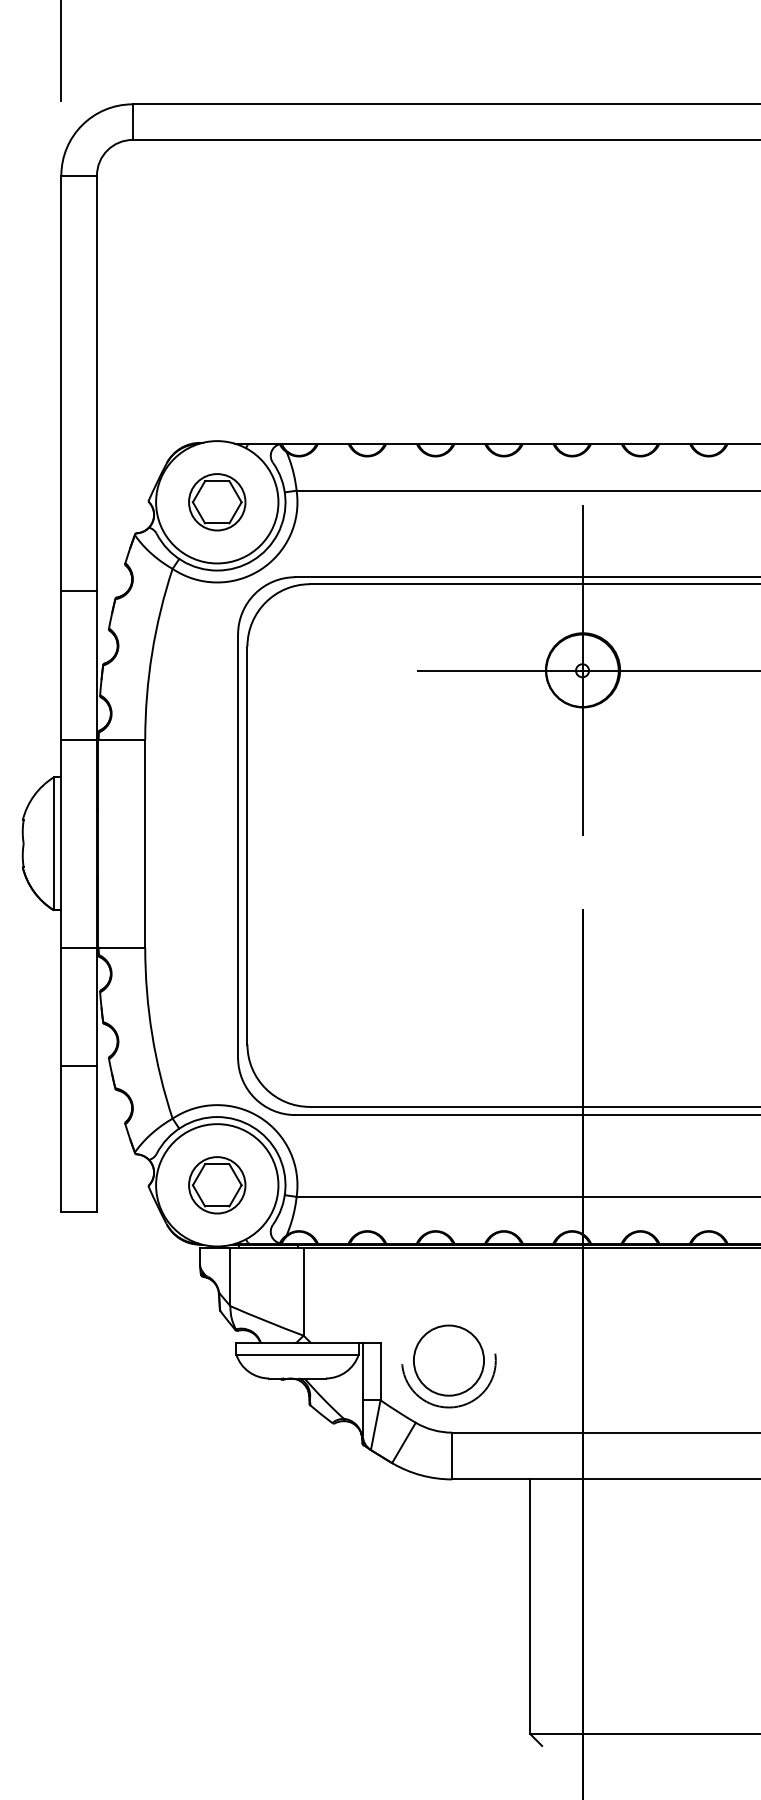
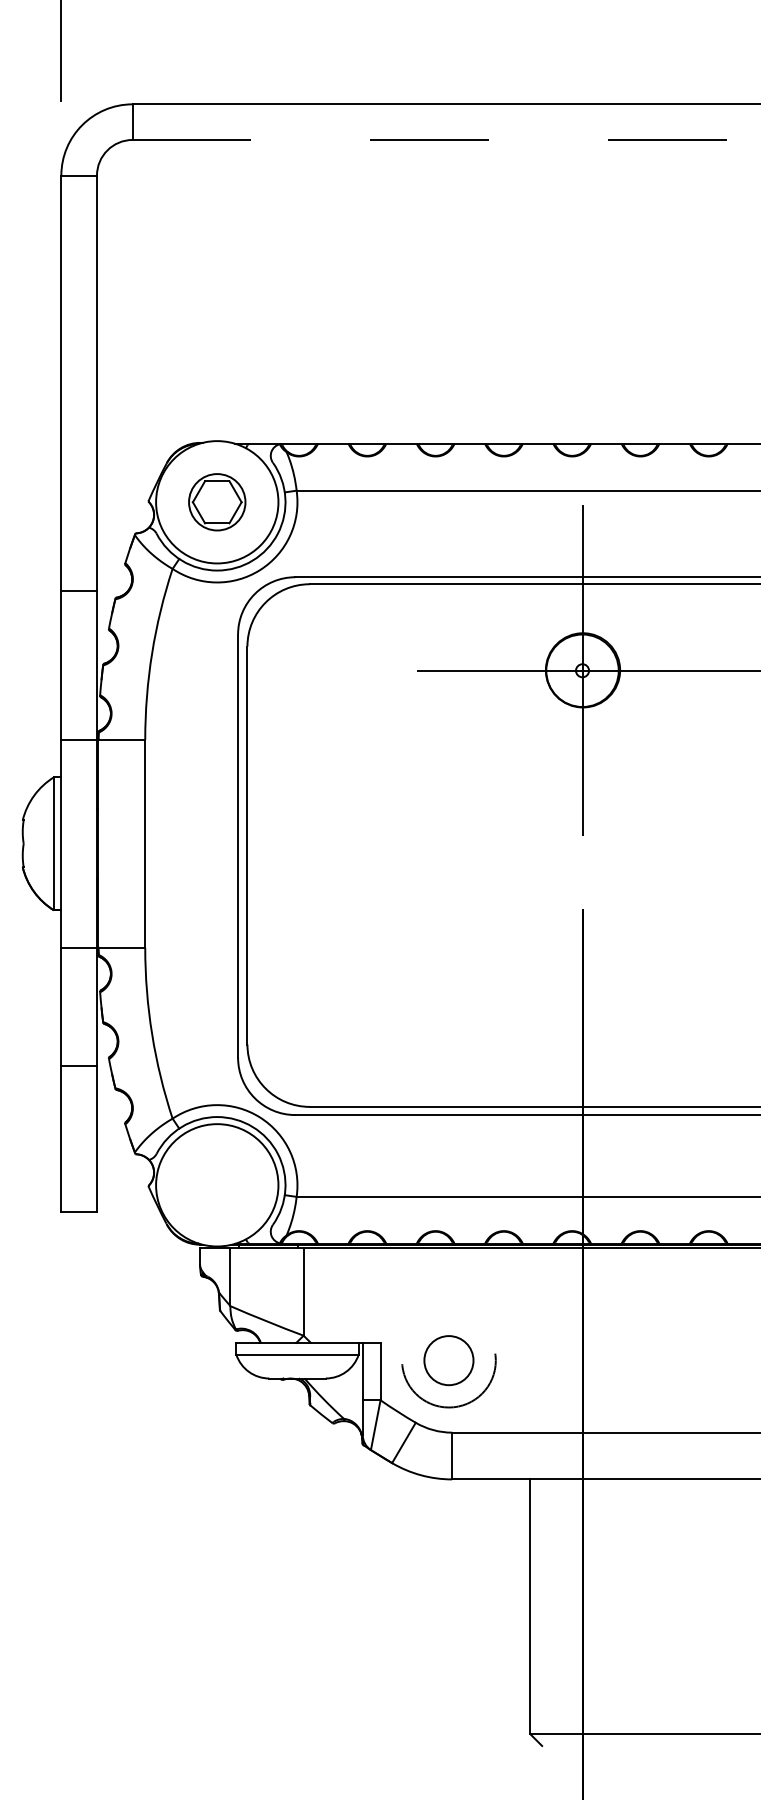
line at (446, 139): solid -> dashed
part at (217, 1185): present -> none
circle at (448, 1360) diameter: 70 px -> 49 px
